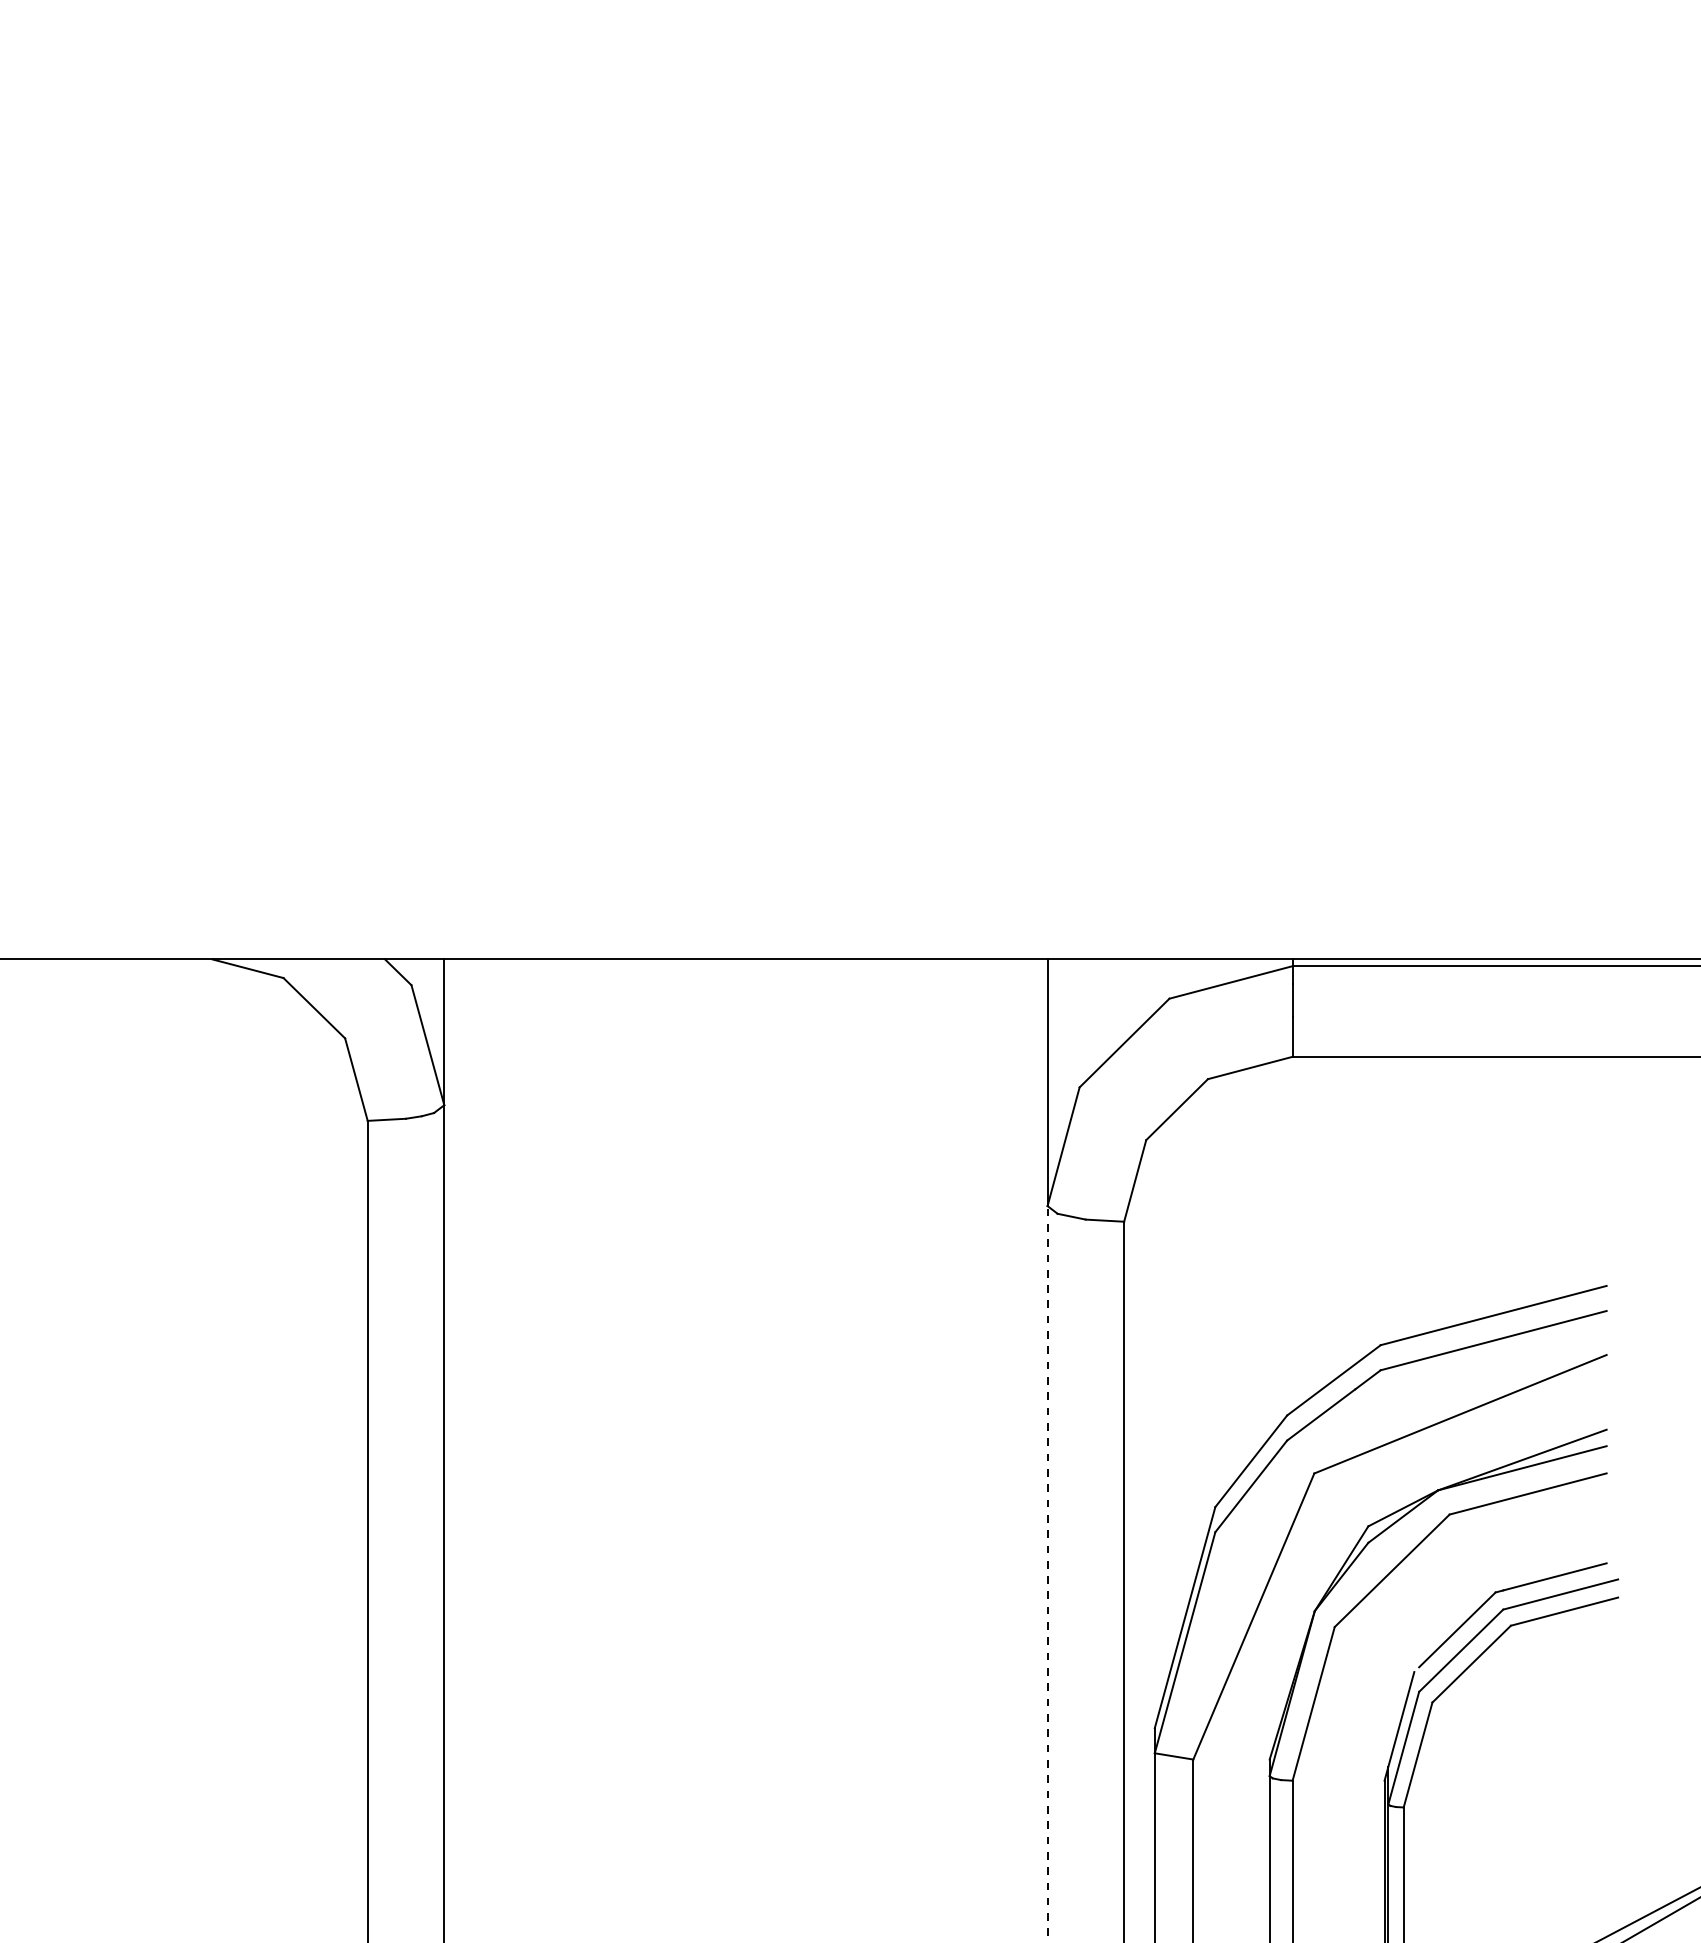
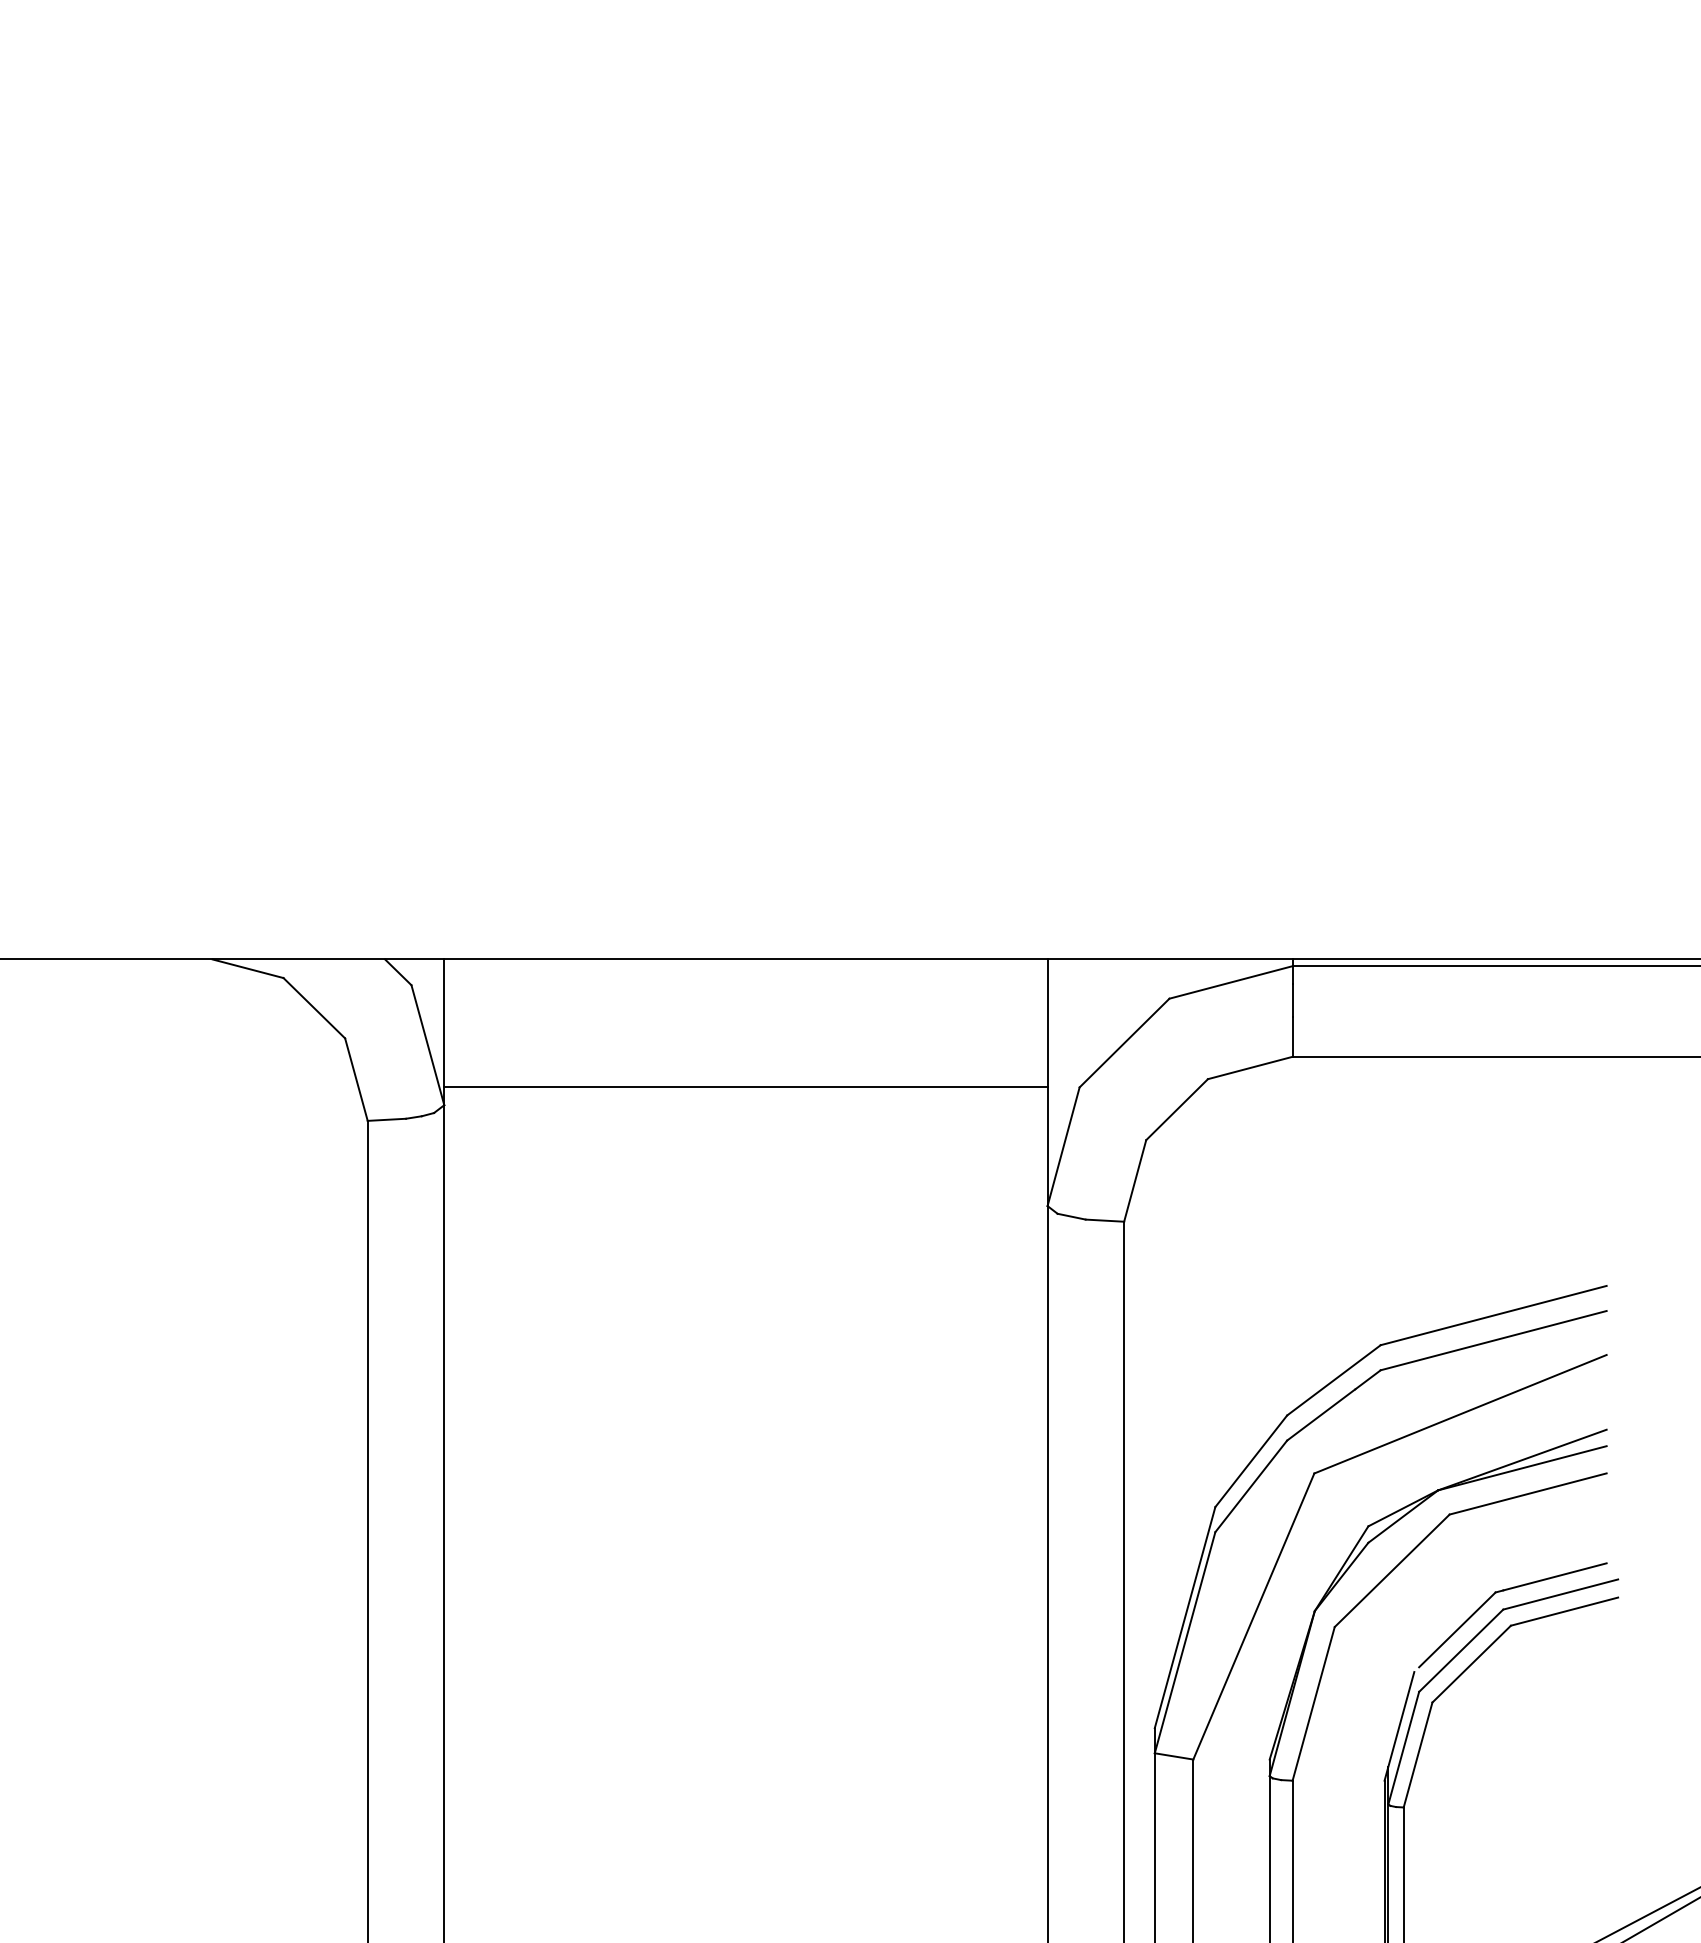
line at (745, 1087): none -> present
line at (1047, 1573): dashed -> solid
